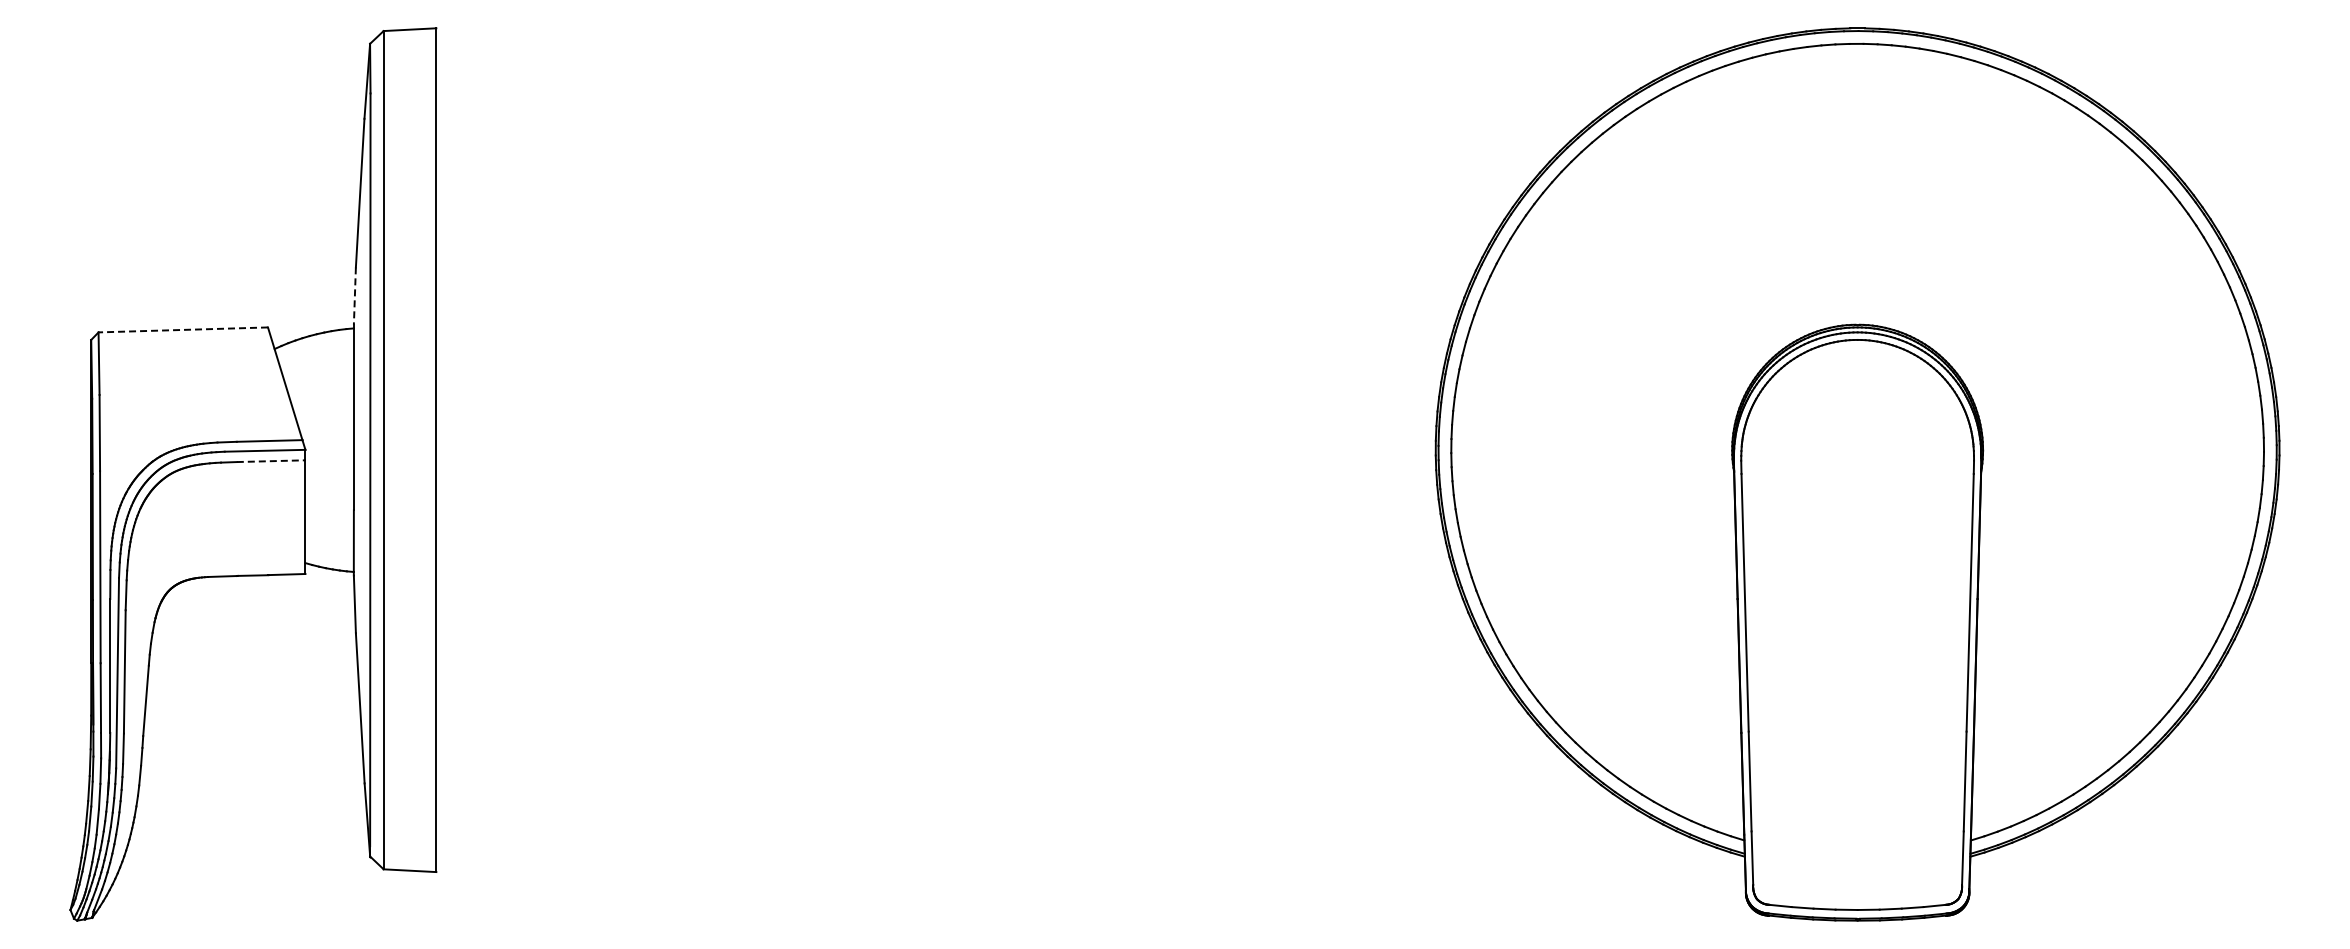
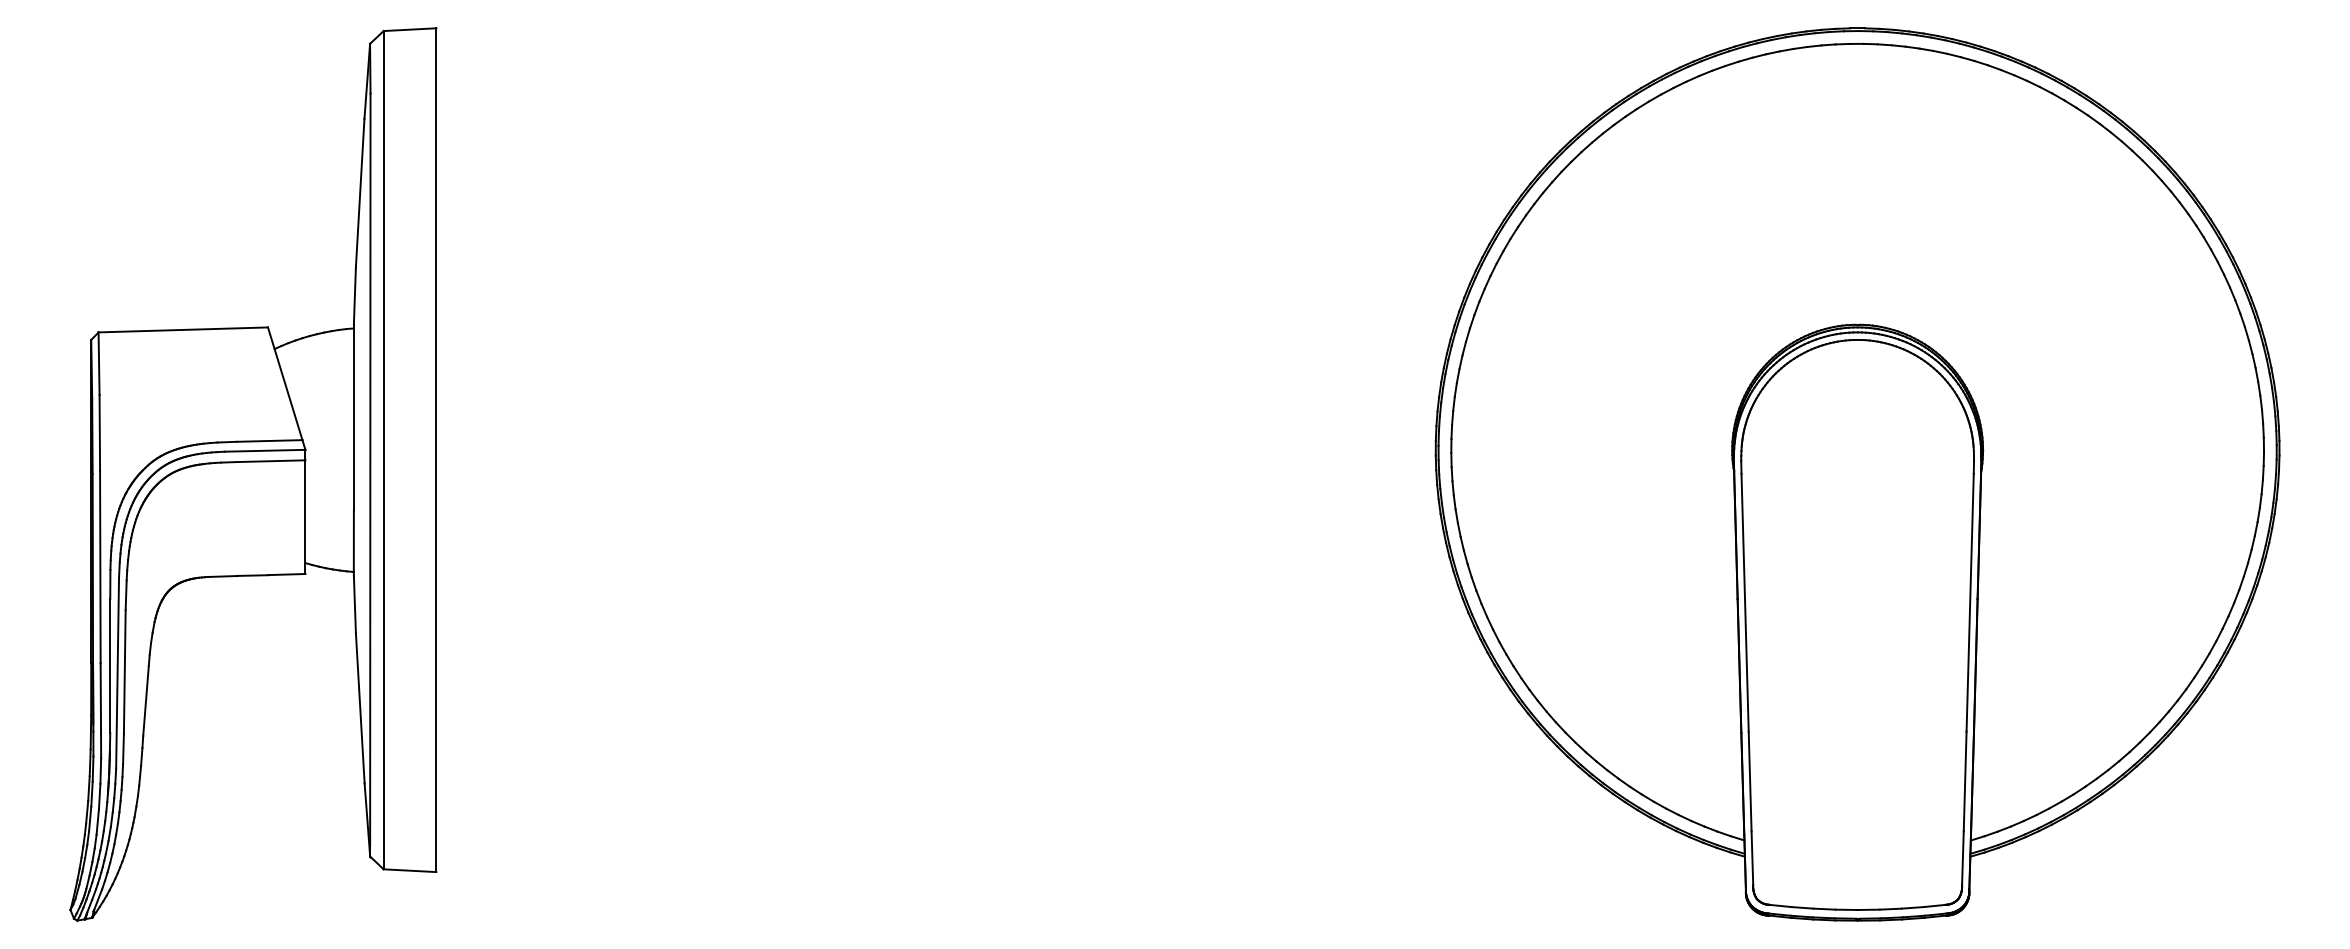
line at (354, 296): dashed -> solid
line at (183, 329): dashed -> solid
line at (271, 461): dashed -> solid
